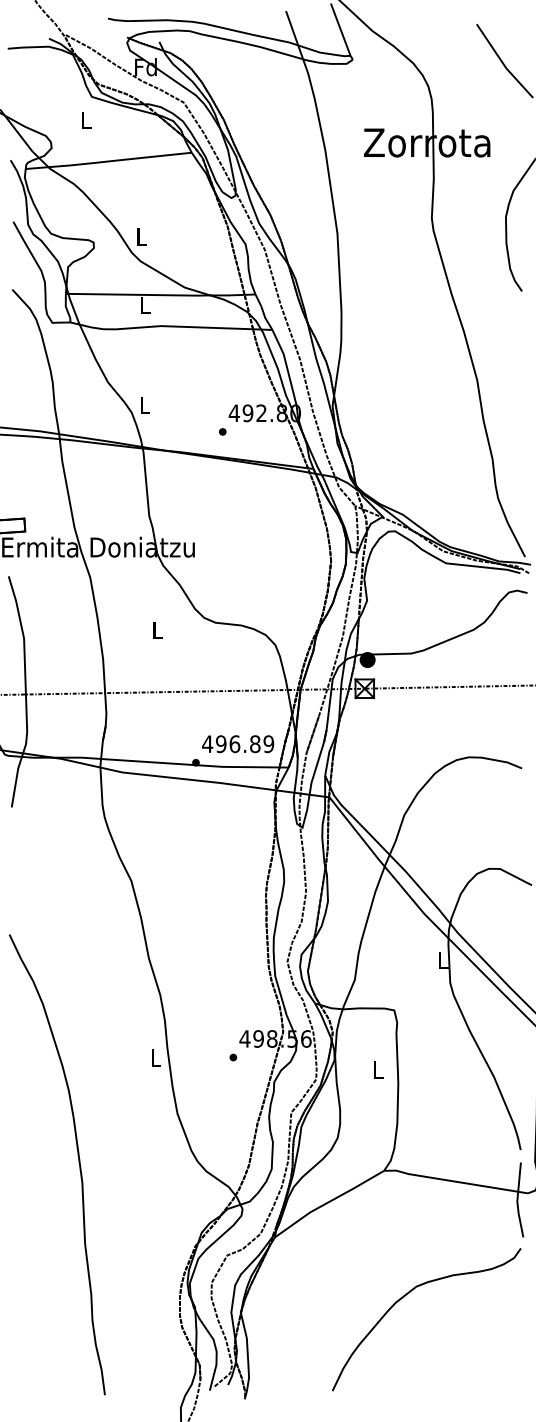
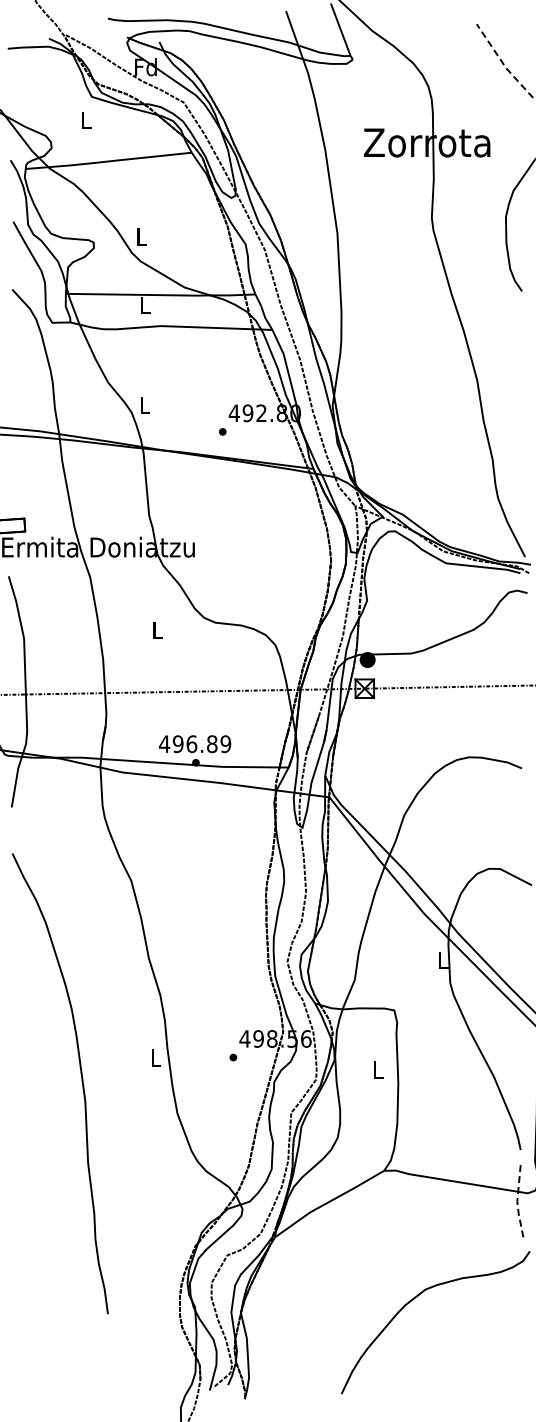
line at (502, 62): solid -> dashed
text at (238, 744) position: (238, 744) -> (195, 744)
curve at (78, 1163) position: (78, 1163) -> (81, 1082)
line at (517, 1200): solid -> dashed
curve at (409, 1293) position: (409, 1293) -> (418, 1296)
